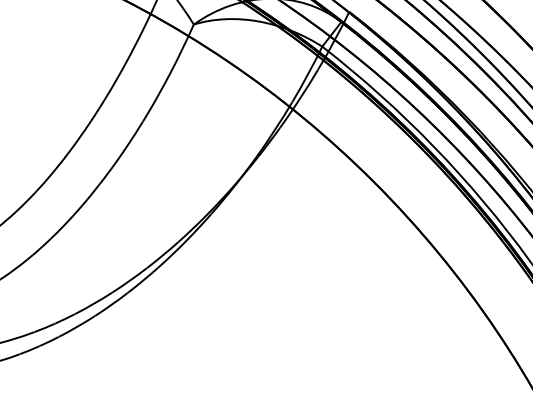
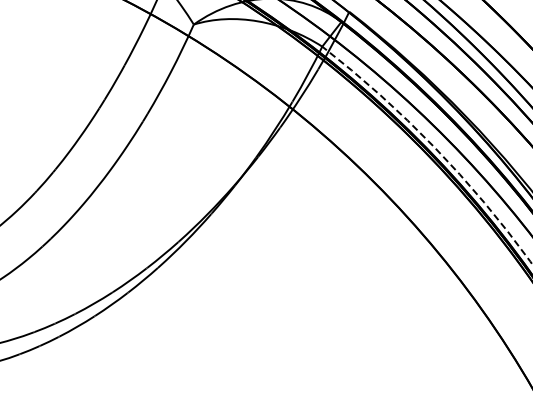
arc at (435, 148): solid -> dashed
